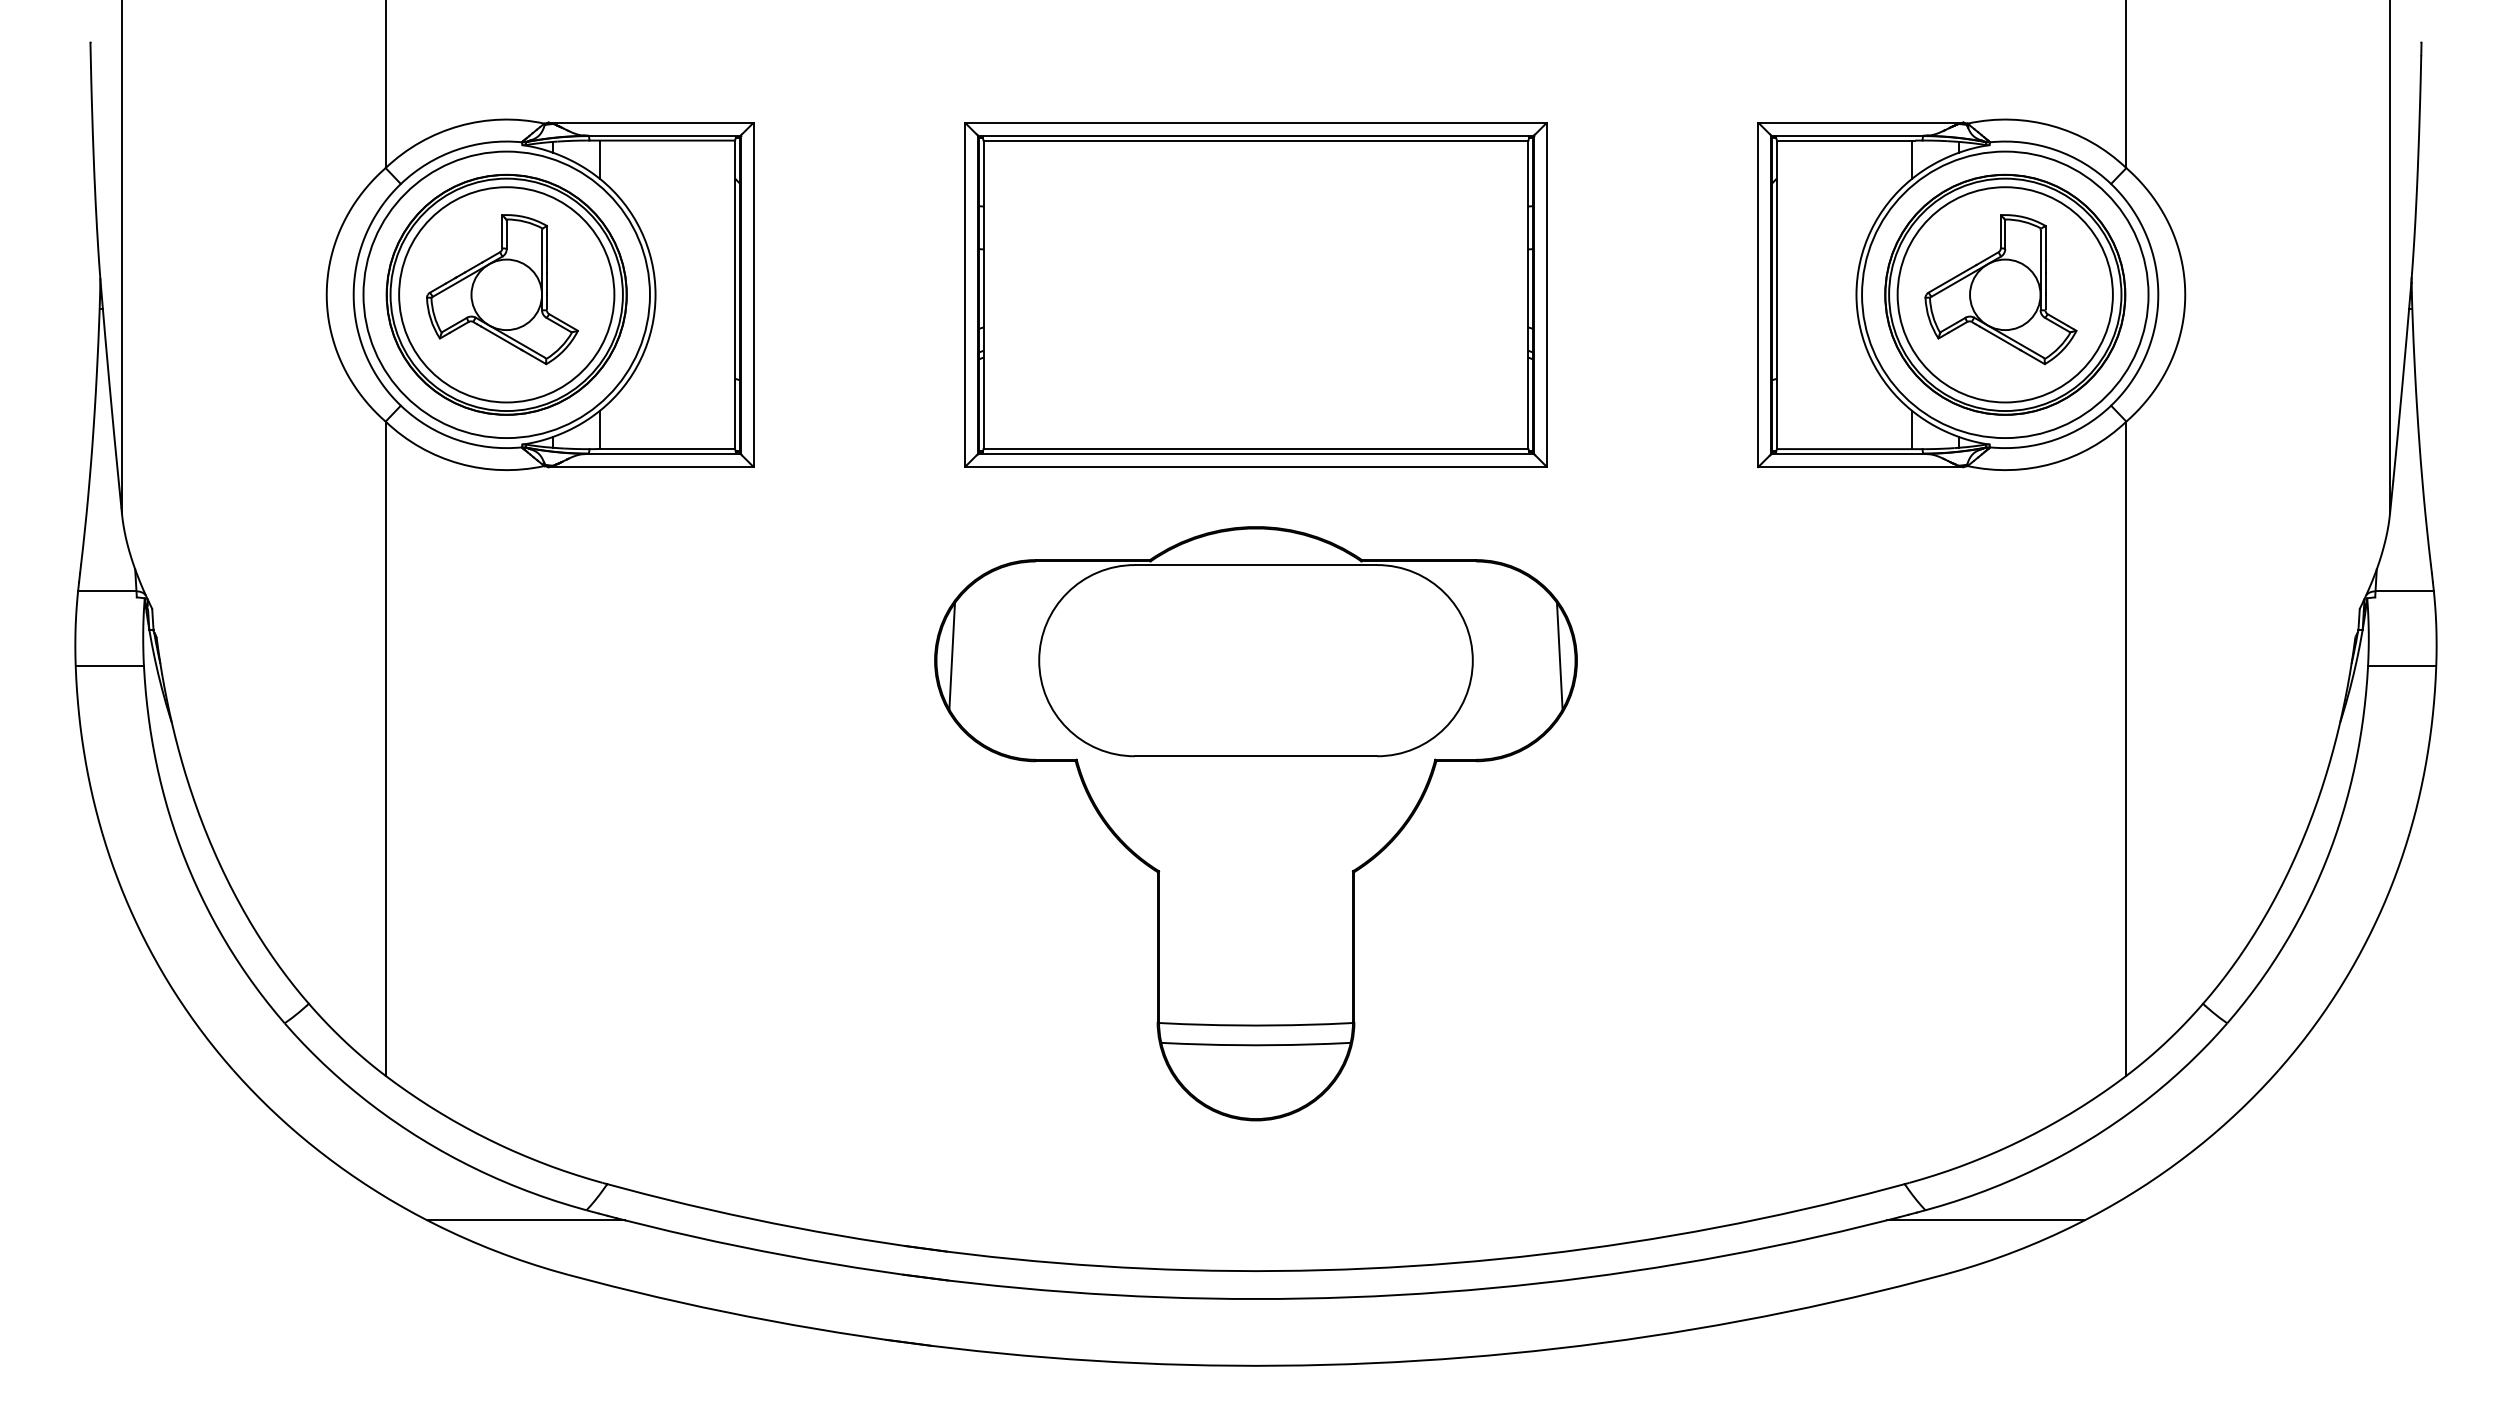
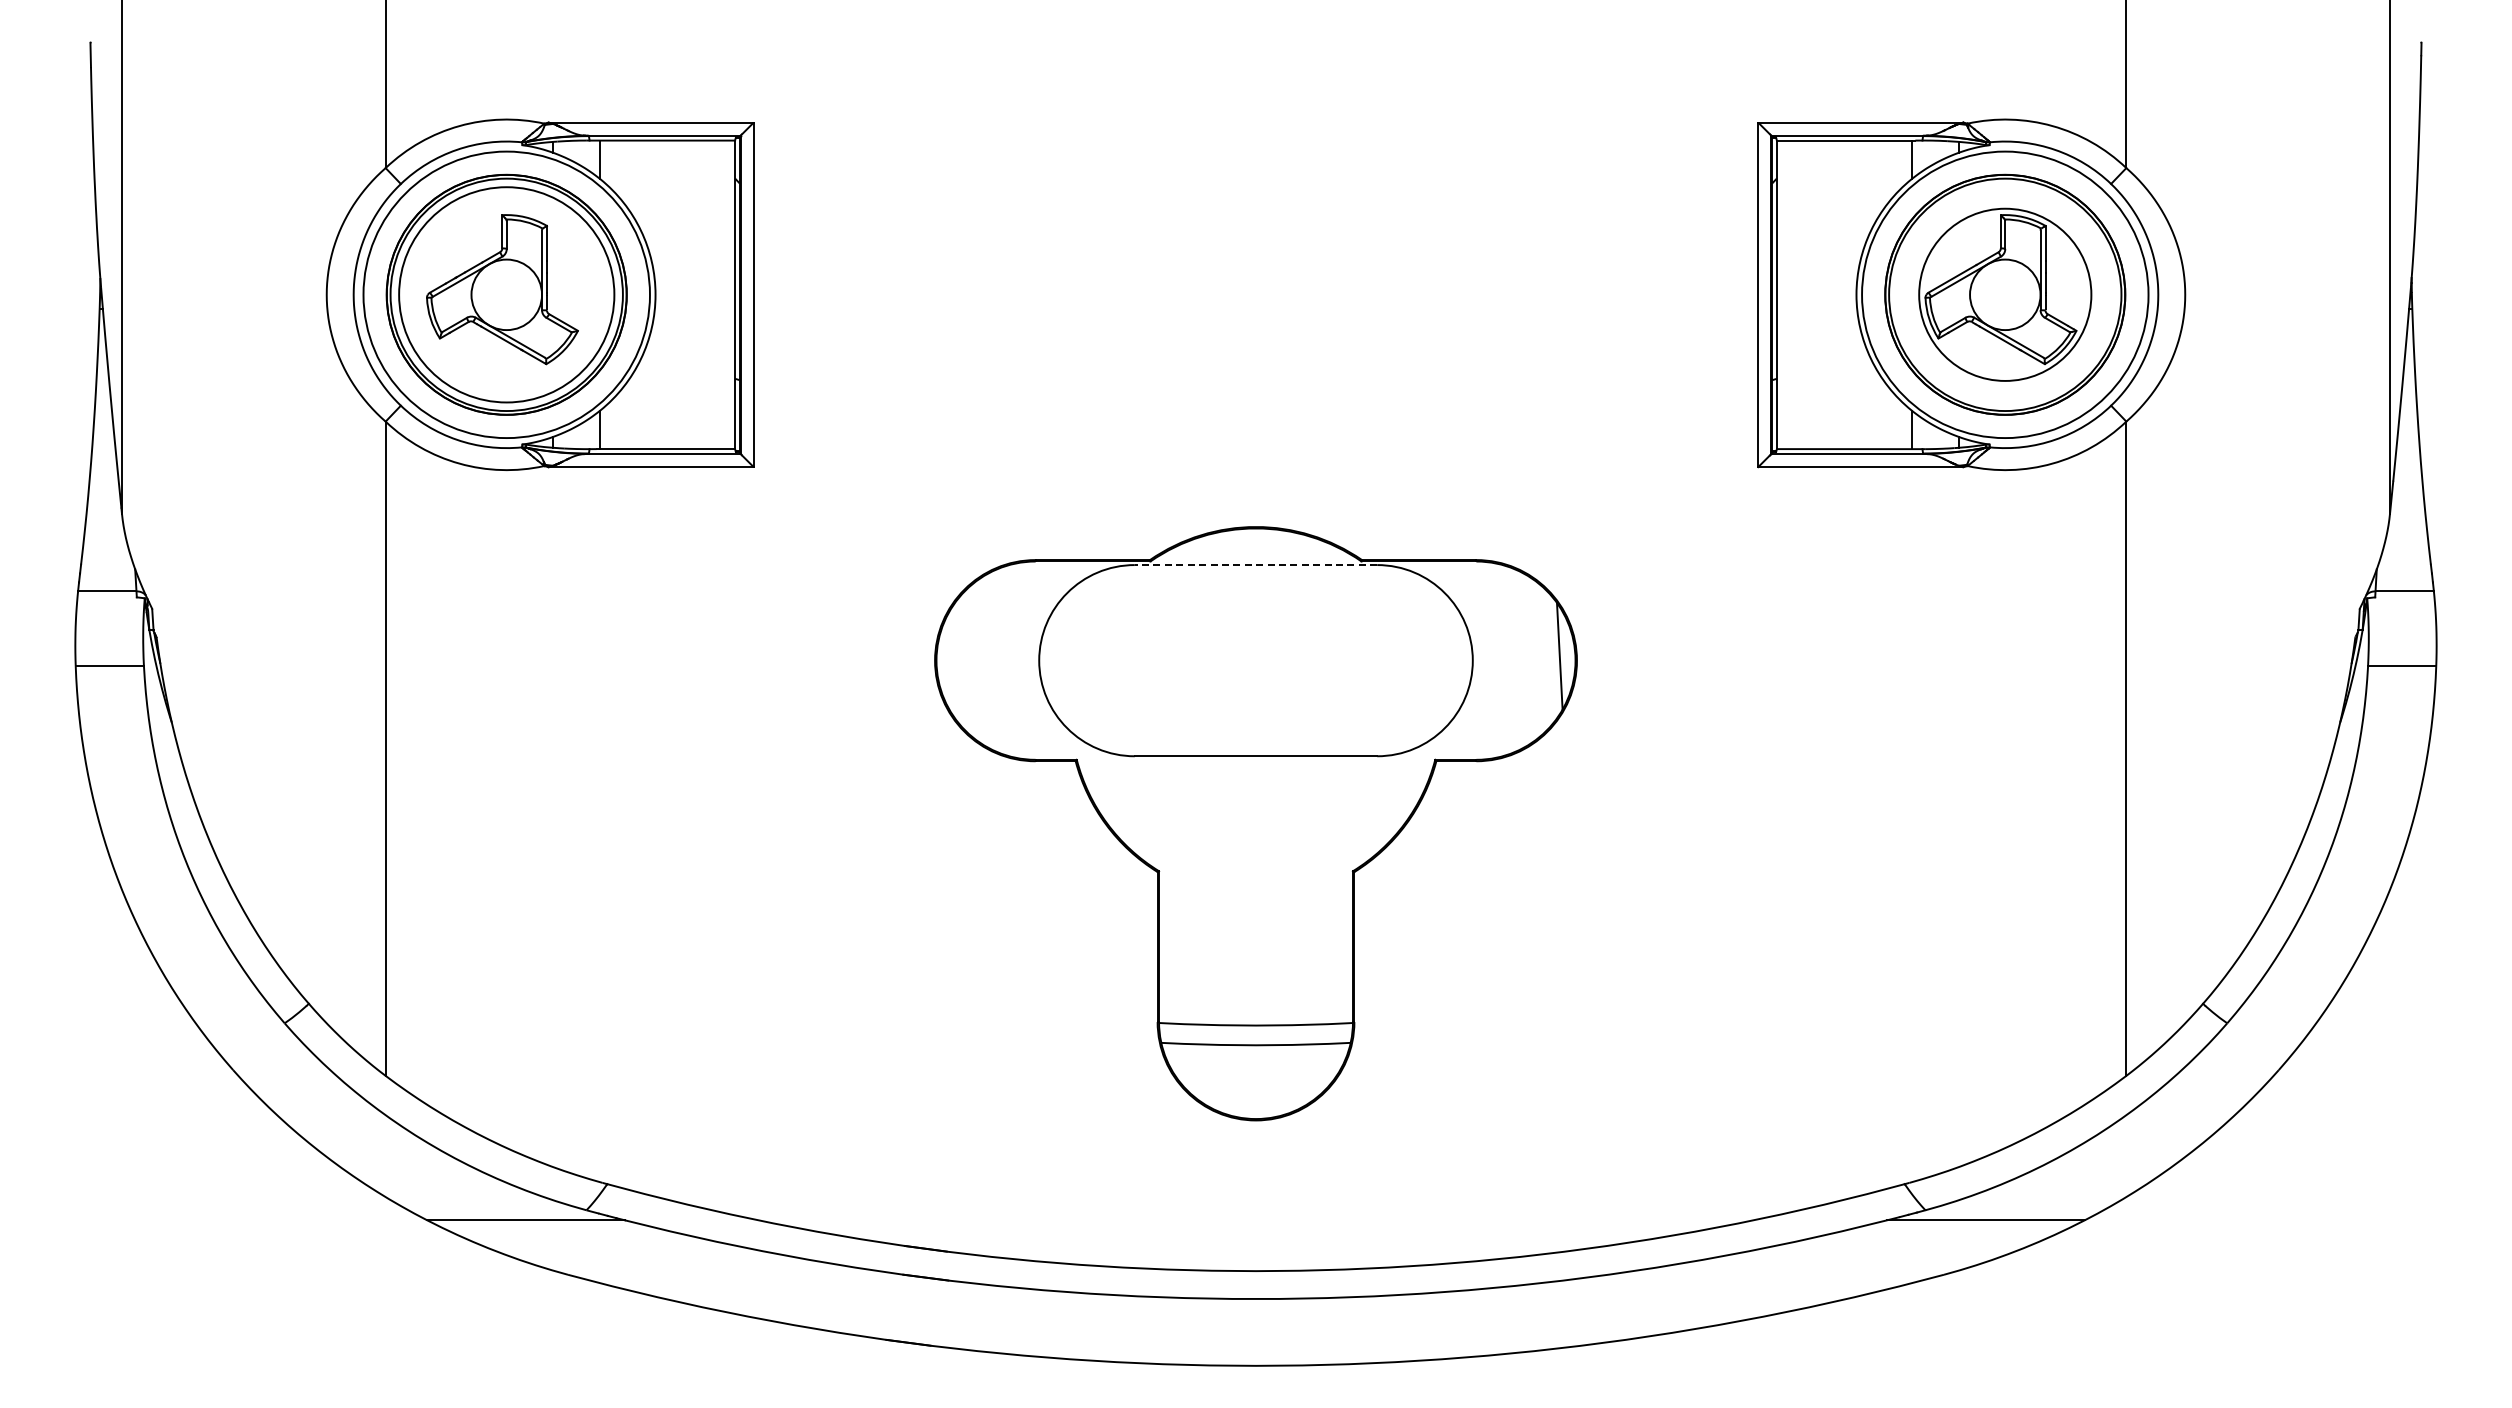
part at (1255, 294): present -> none
circle at (2004, 294) diameter: 215 px -> 172 px
line at (1255, 565): solid -> dashed
line at (951, 655): present -> none
